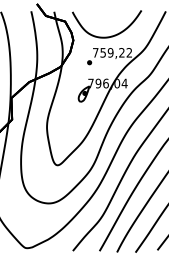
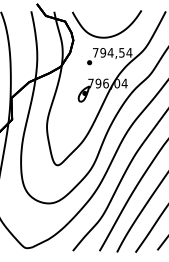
text at (116, 52): 759,22 -> 794,54
